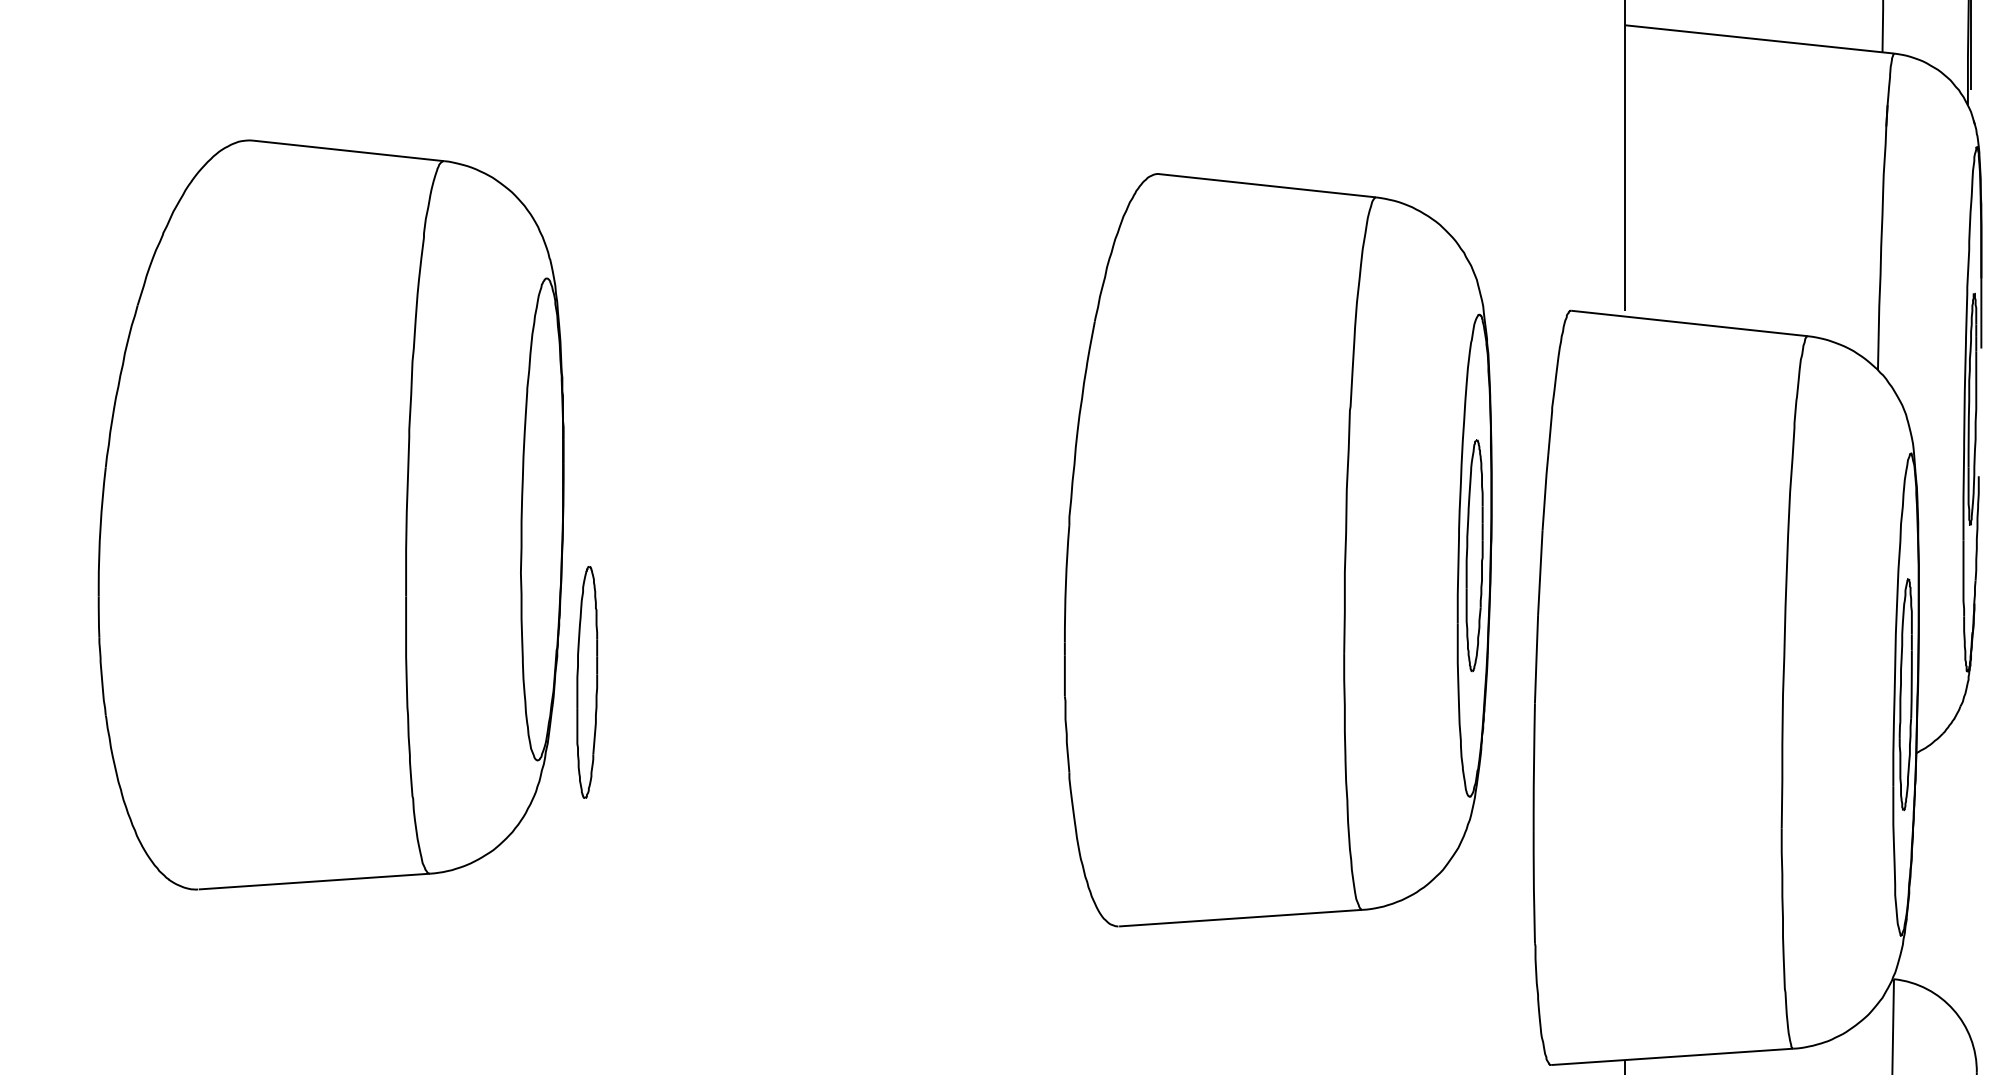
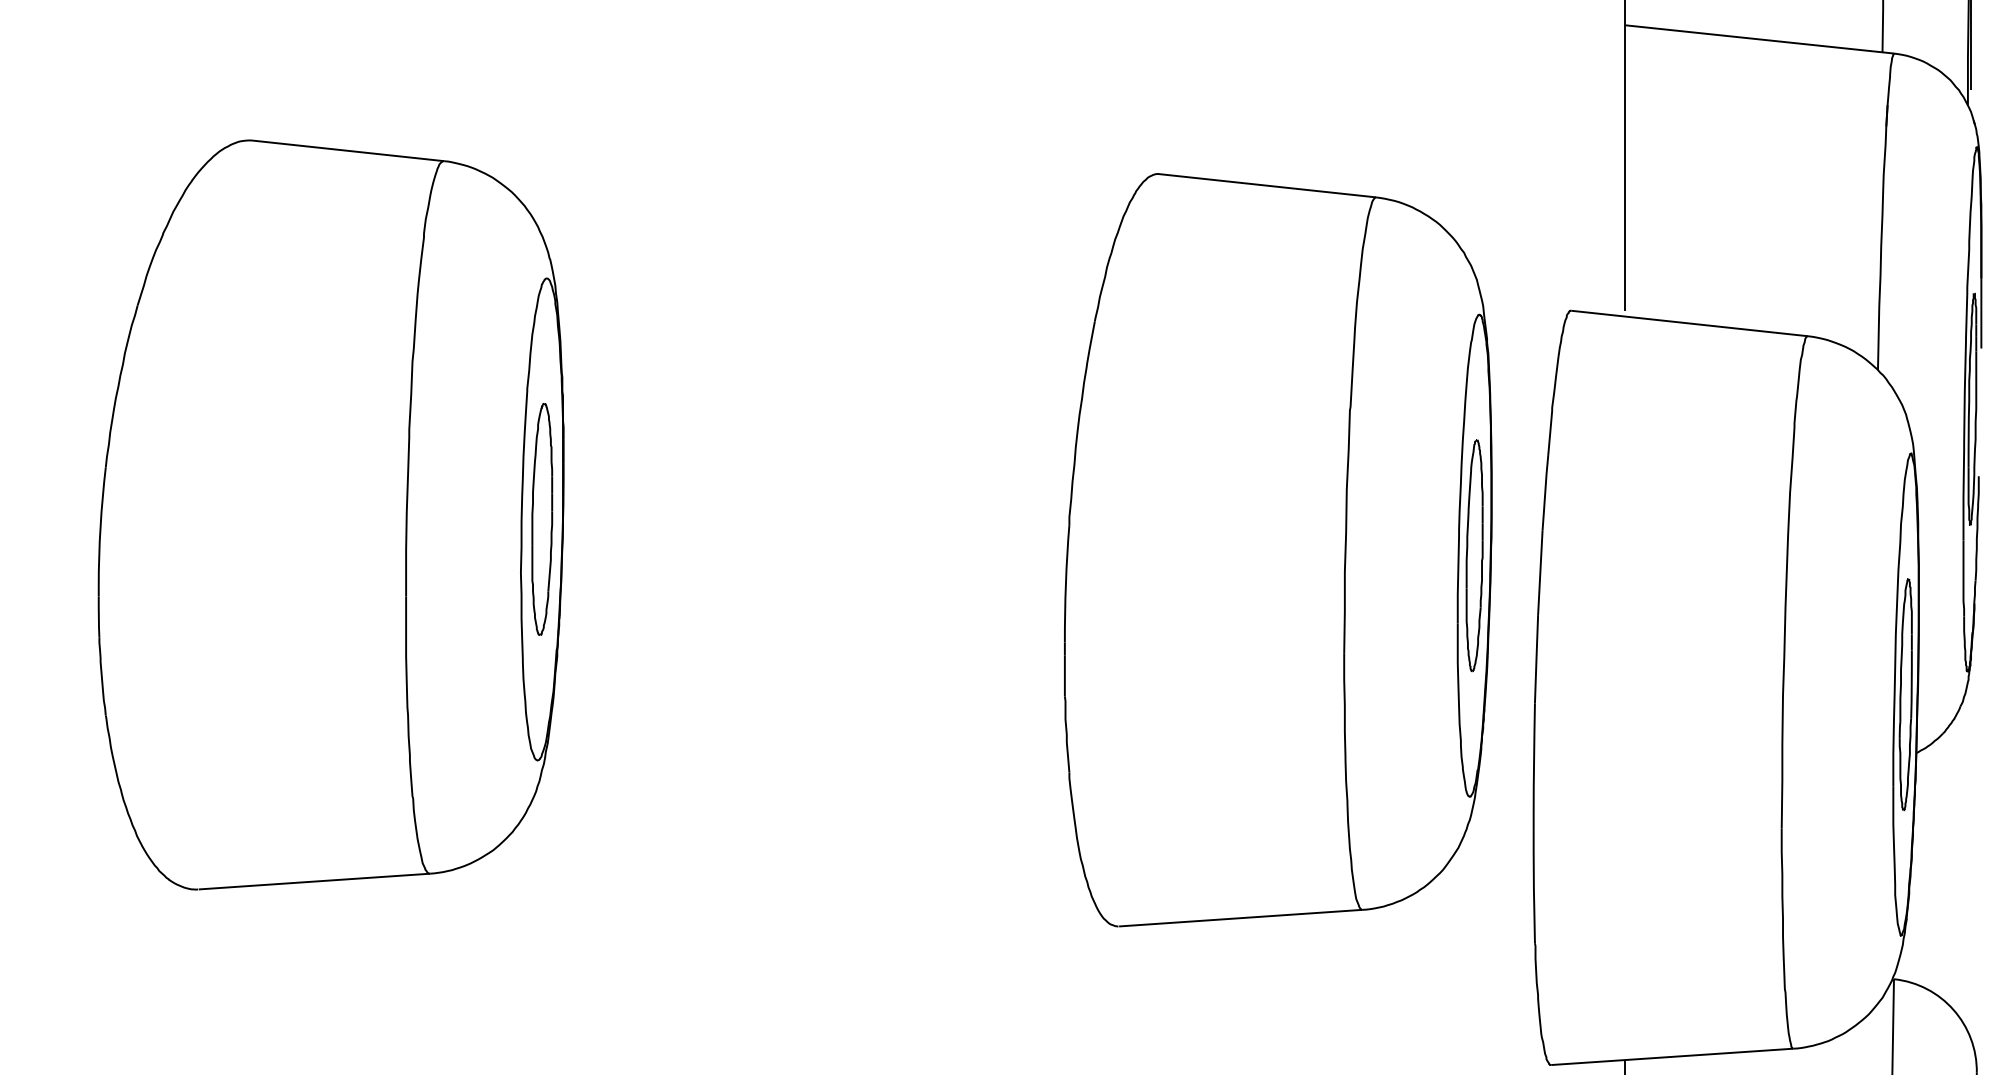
part at (587, 682) position: (587, 682) -> (542, 519)
